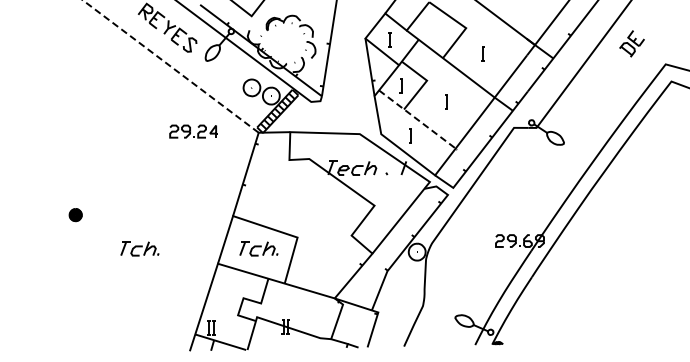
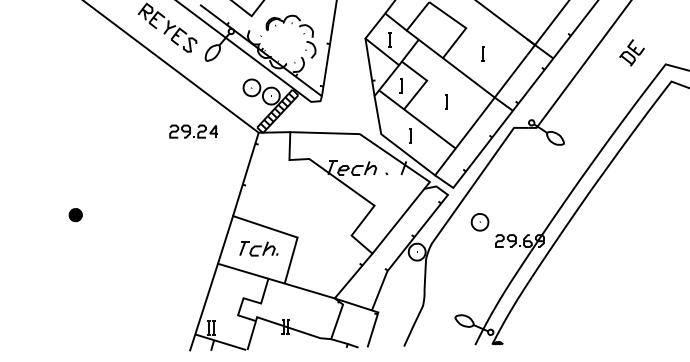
part at (631, 43) position: (631, 43) -> (631, 52)
line at (170, 66): dashed -> solid
line at (417, 119): dashed -> solid
part at (479, 222): none -> present
part at (139, 248): present -> none
